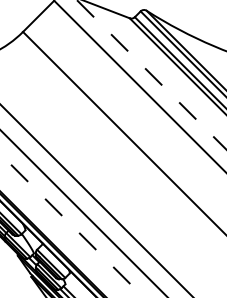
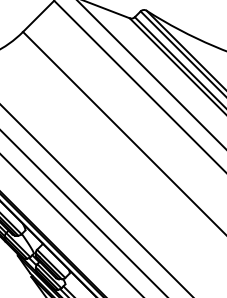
line at (151, 75): dashed -> solid
line at (71, 225): dashed -> solid
